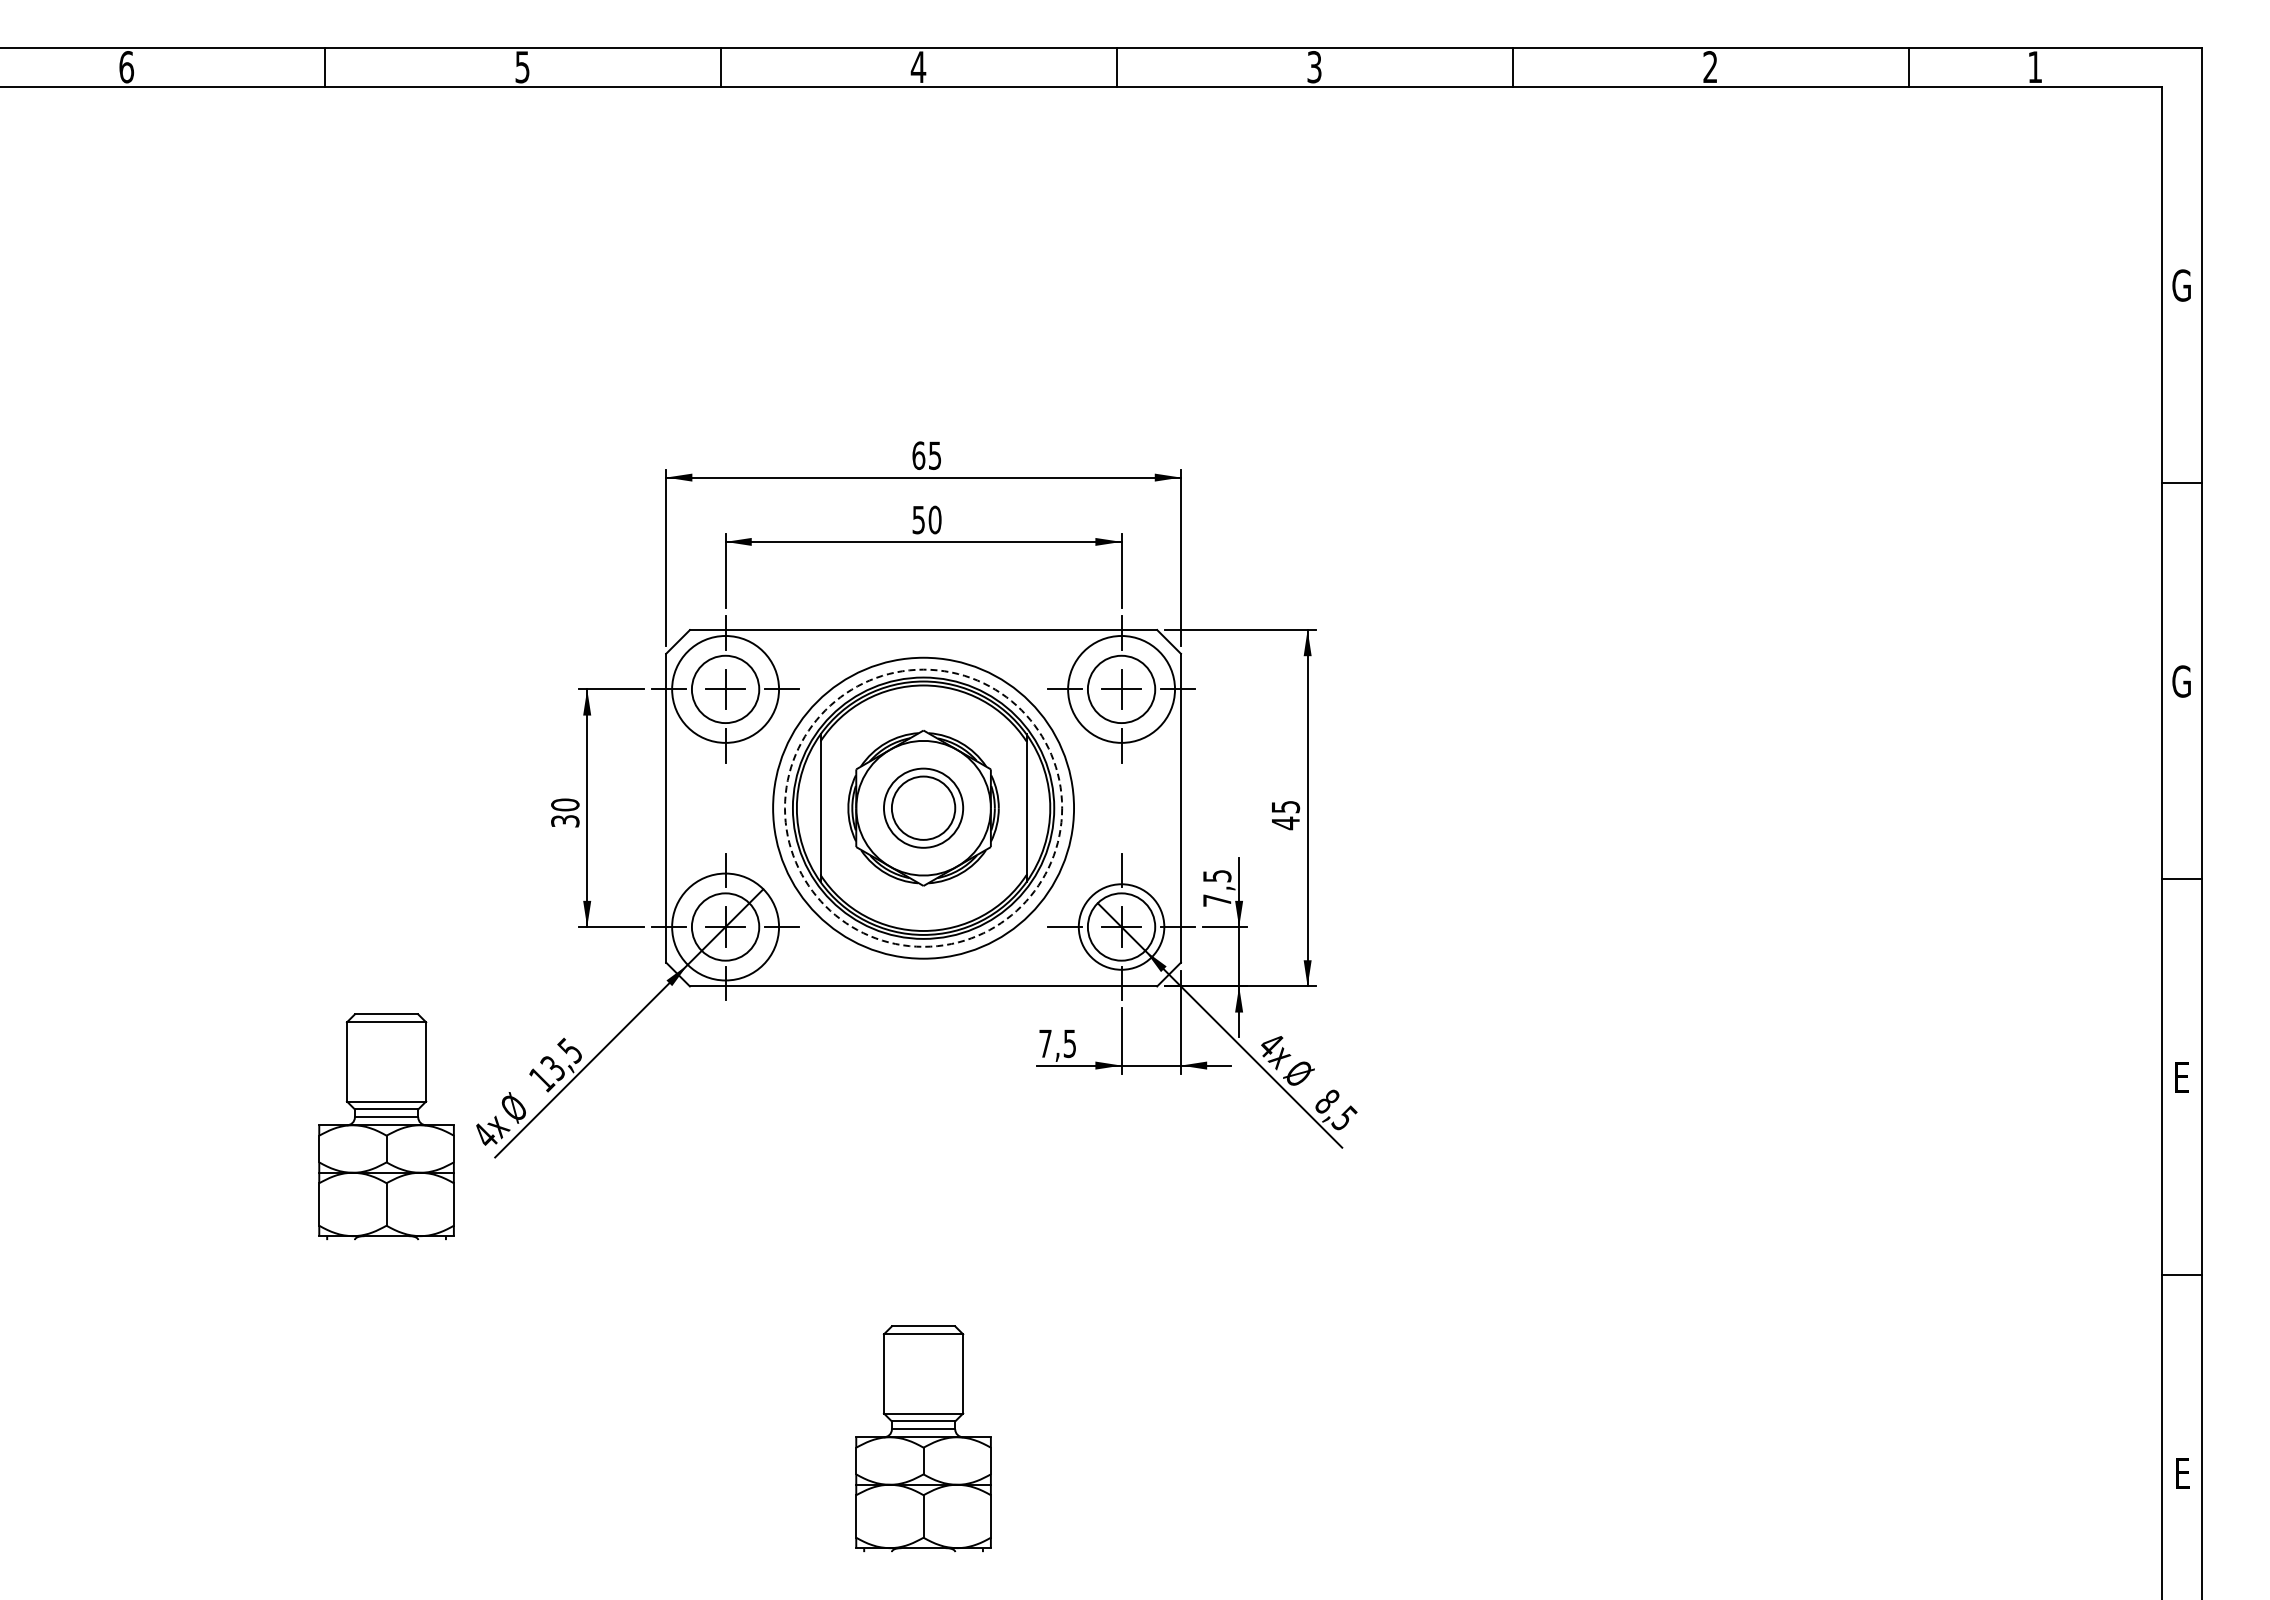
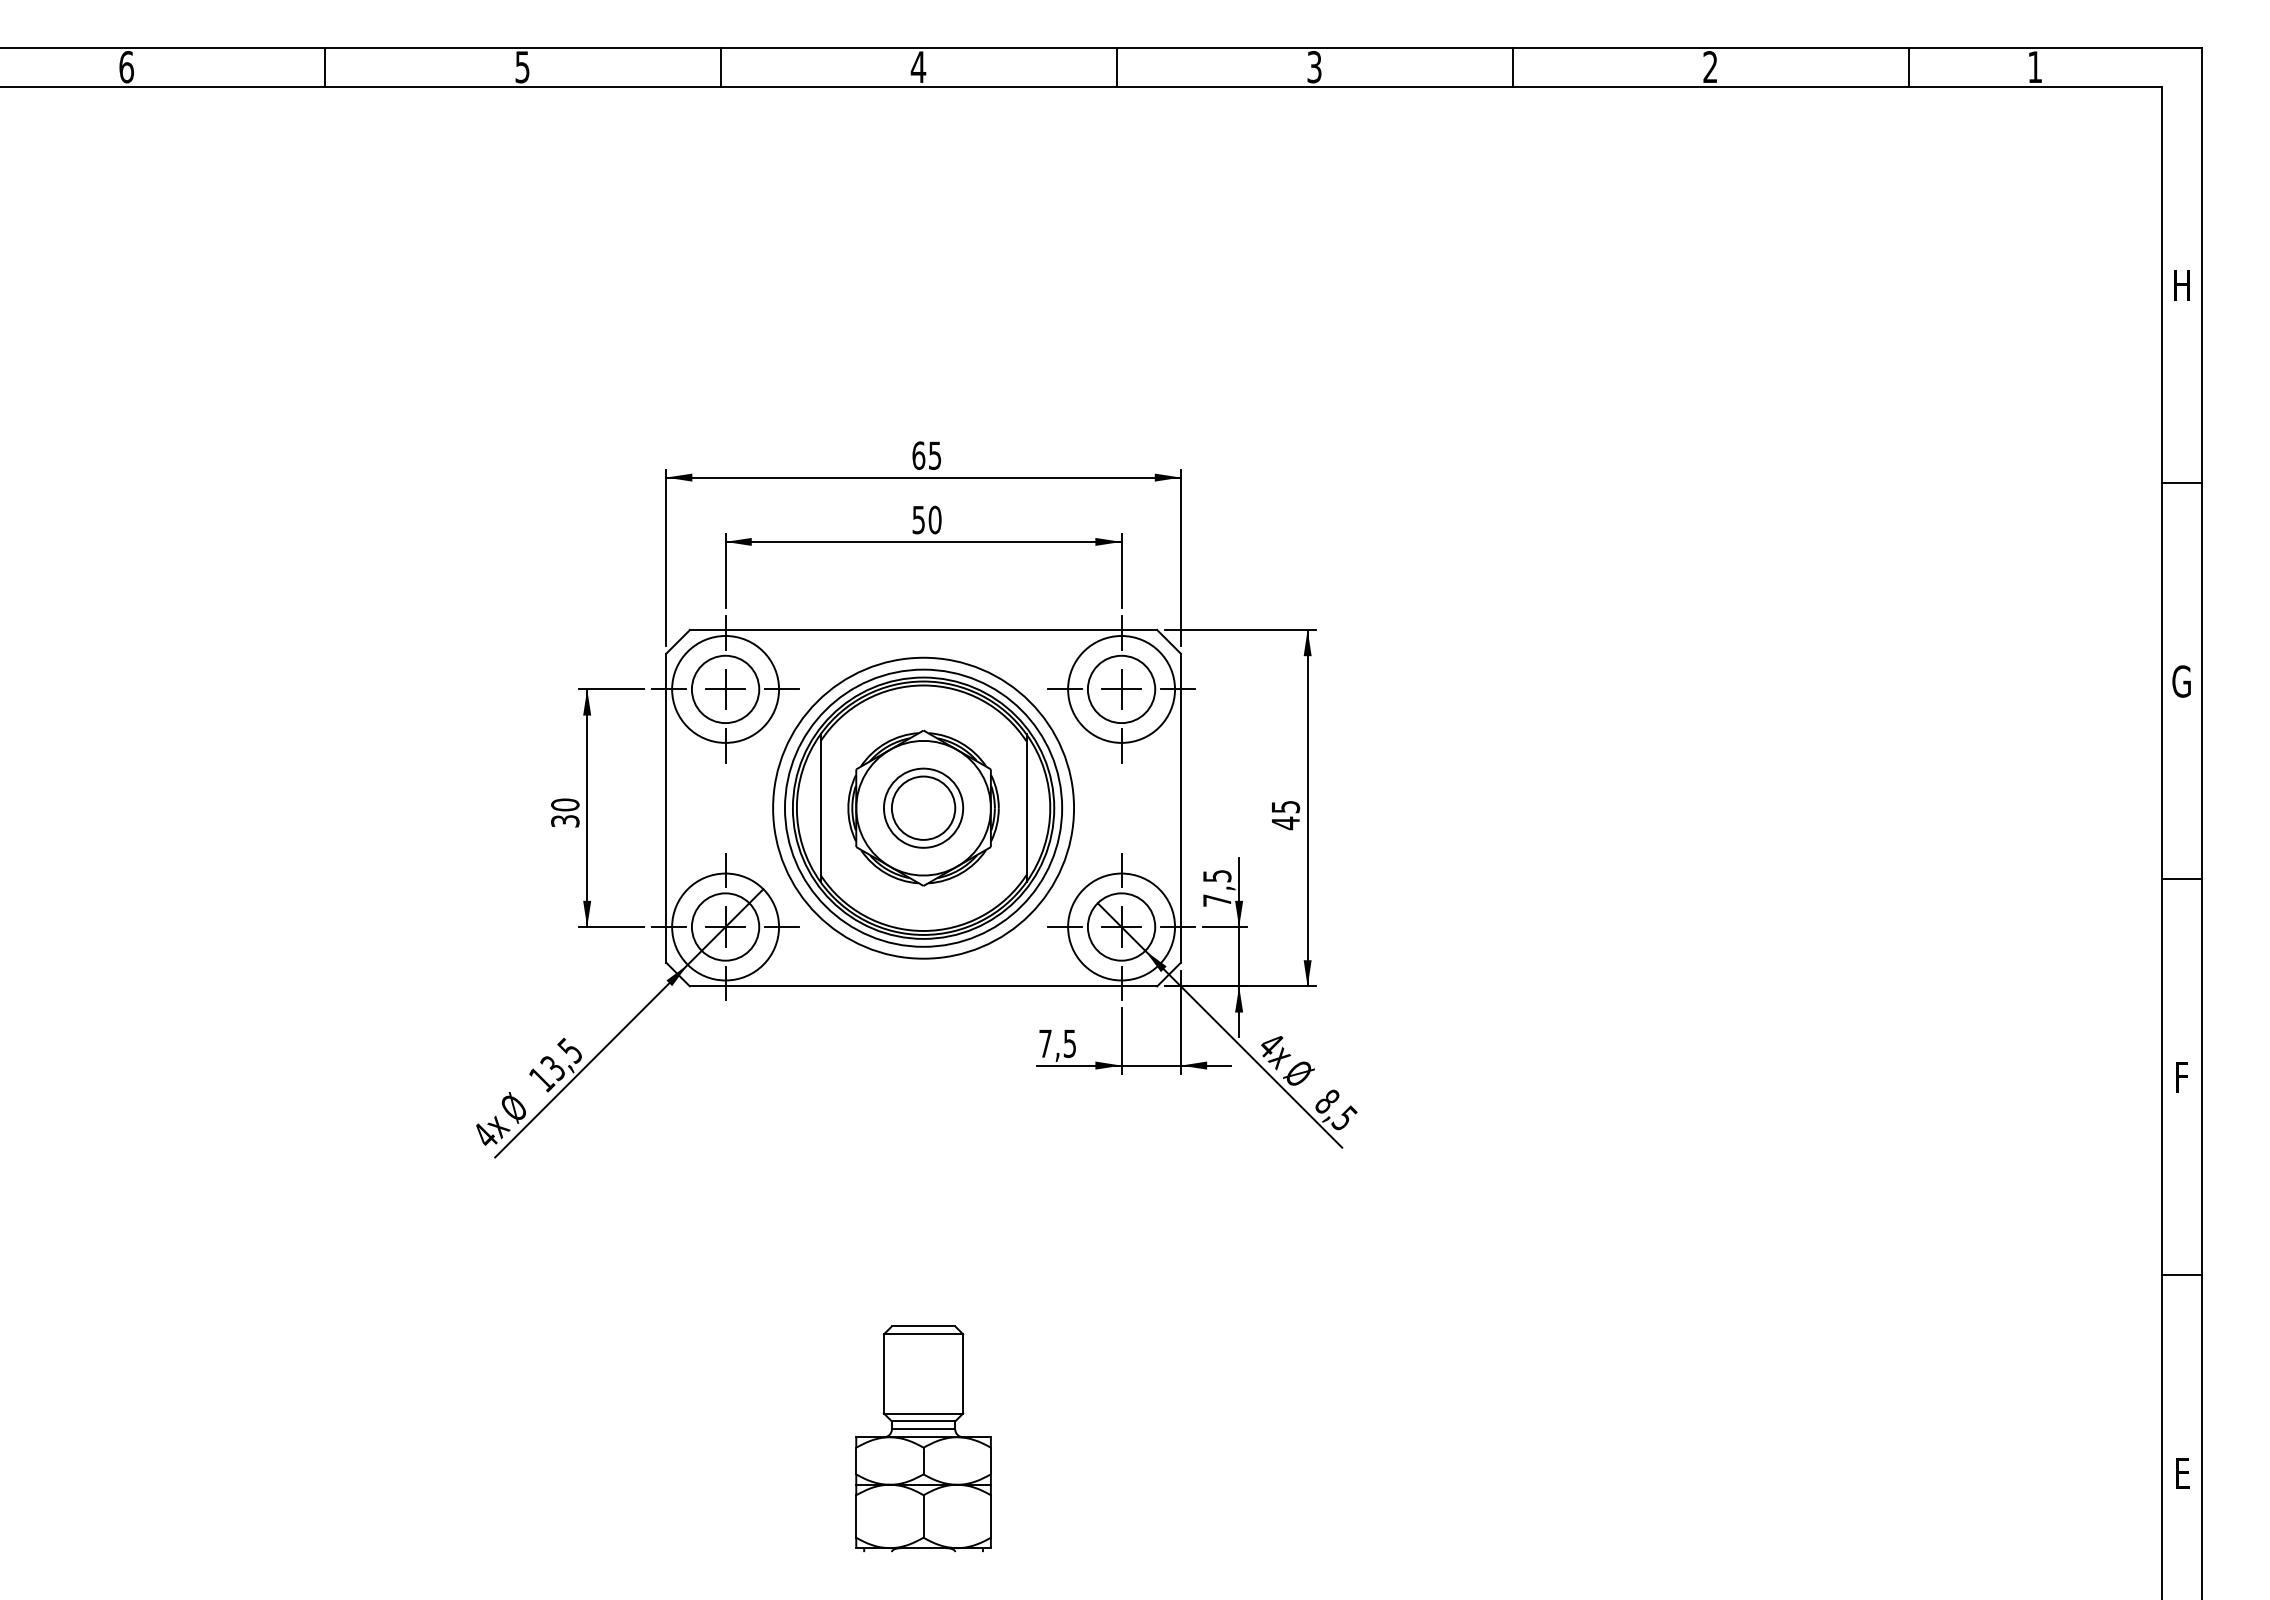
text at (2181, 285): G -> H
circle at (923, 807): dashed -> solid
circle at (1121, 926) diameter: 86 px -> 107 px
text at (2181, 1077): E -> F
part at (386, 1126): present -> none
